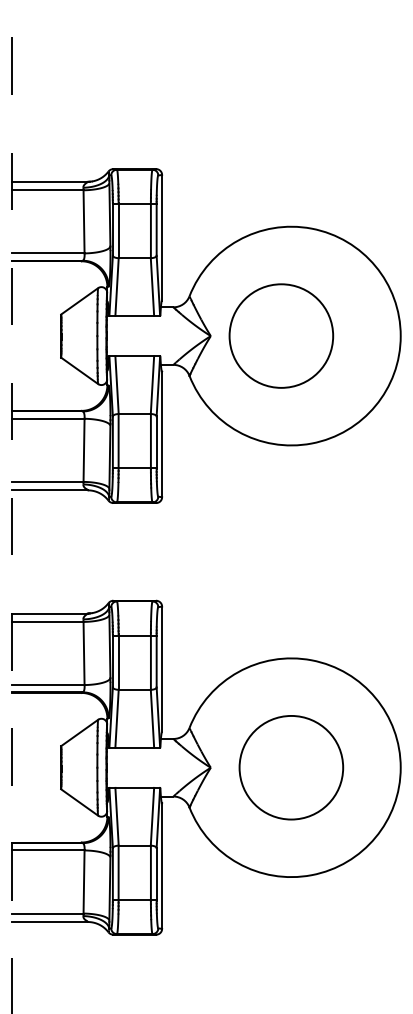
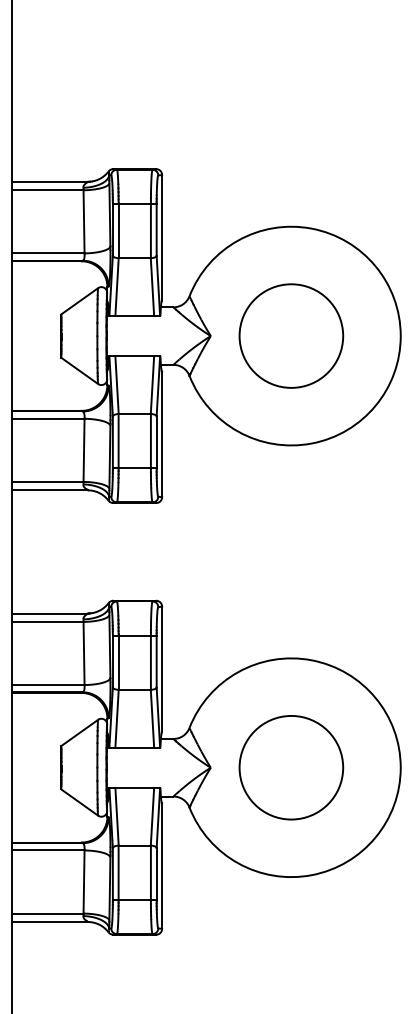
circle at (281, 335) position: (281, 335) -> (291, 335)
line at (12, 506): dashed -> solid
